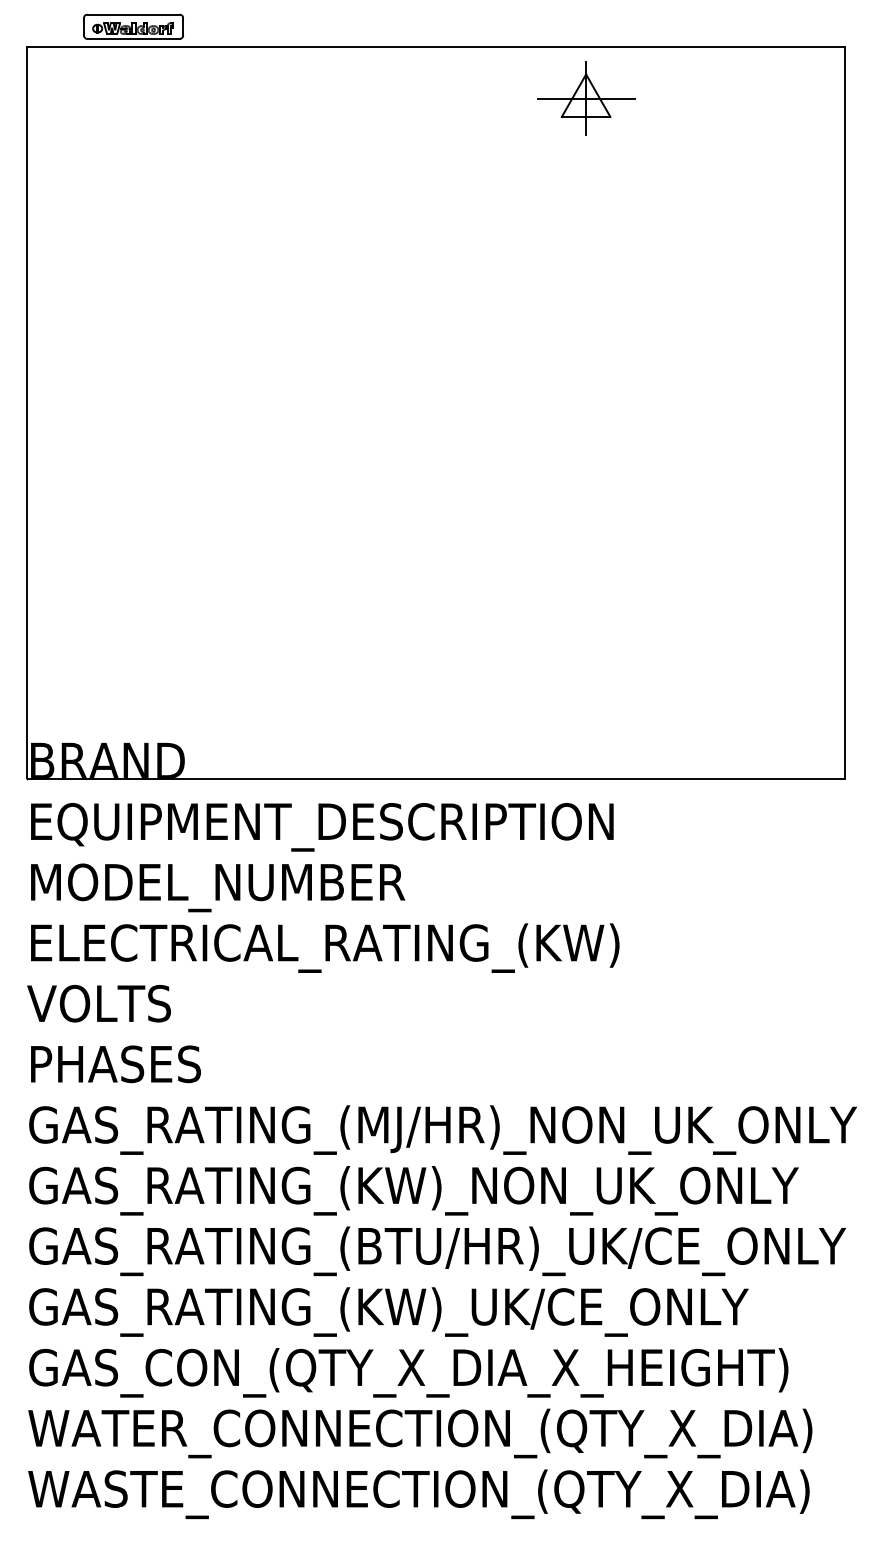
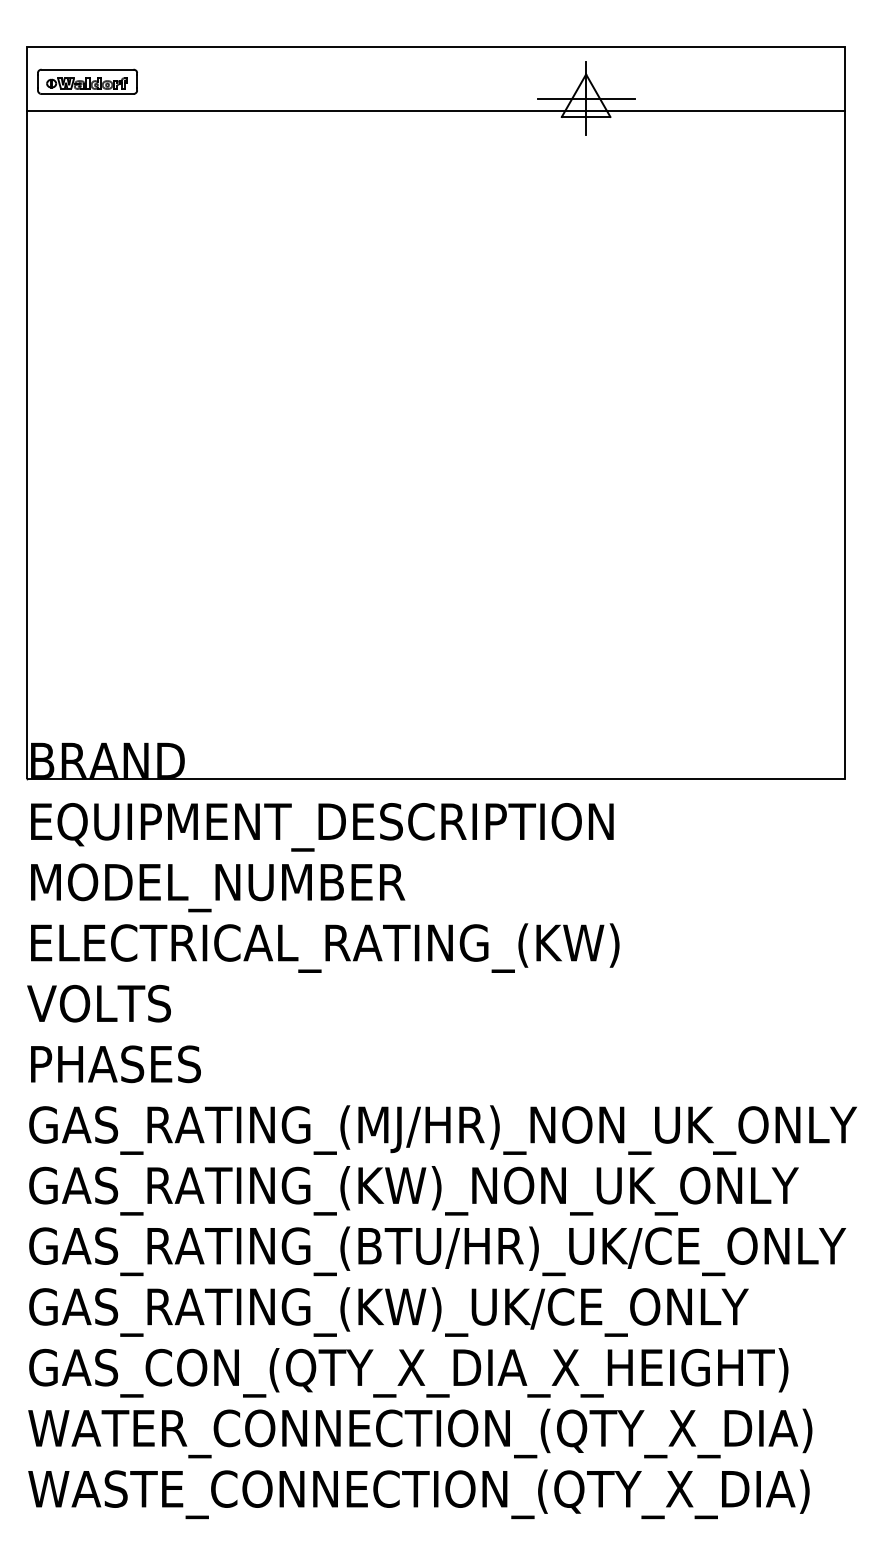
part at (133, 26) position: (133, 26) -> (87, 81)
line at (435, 110): none -> present
